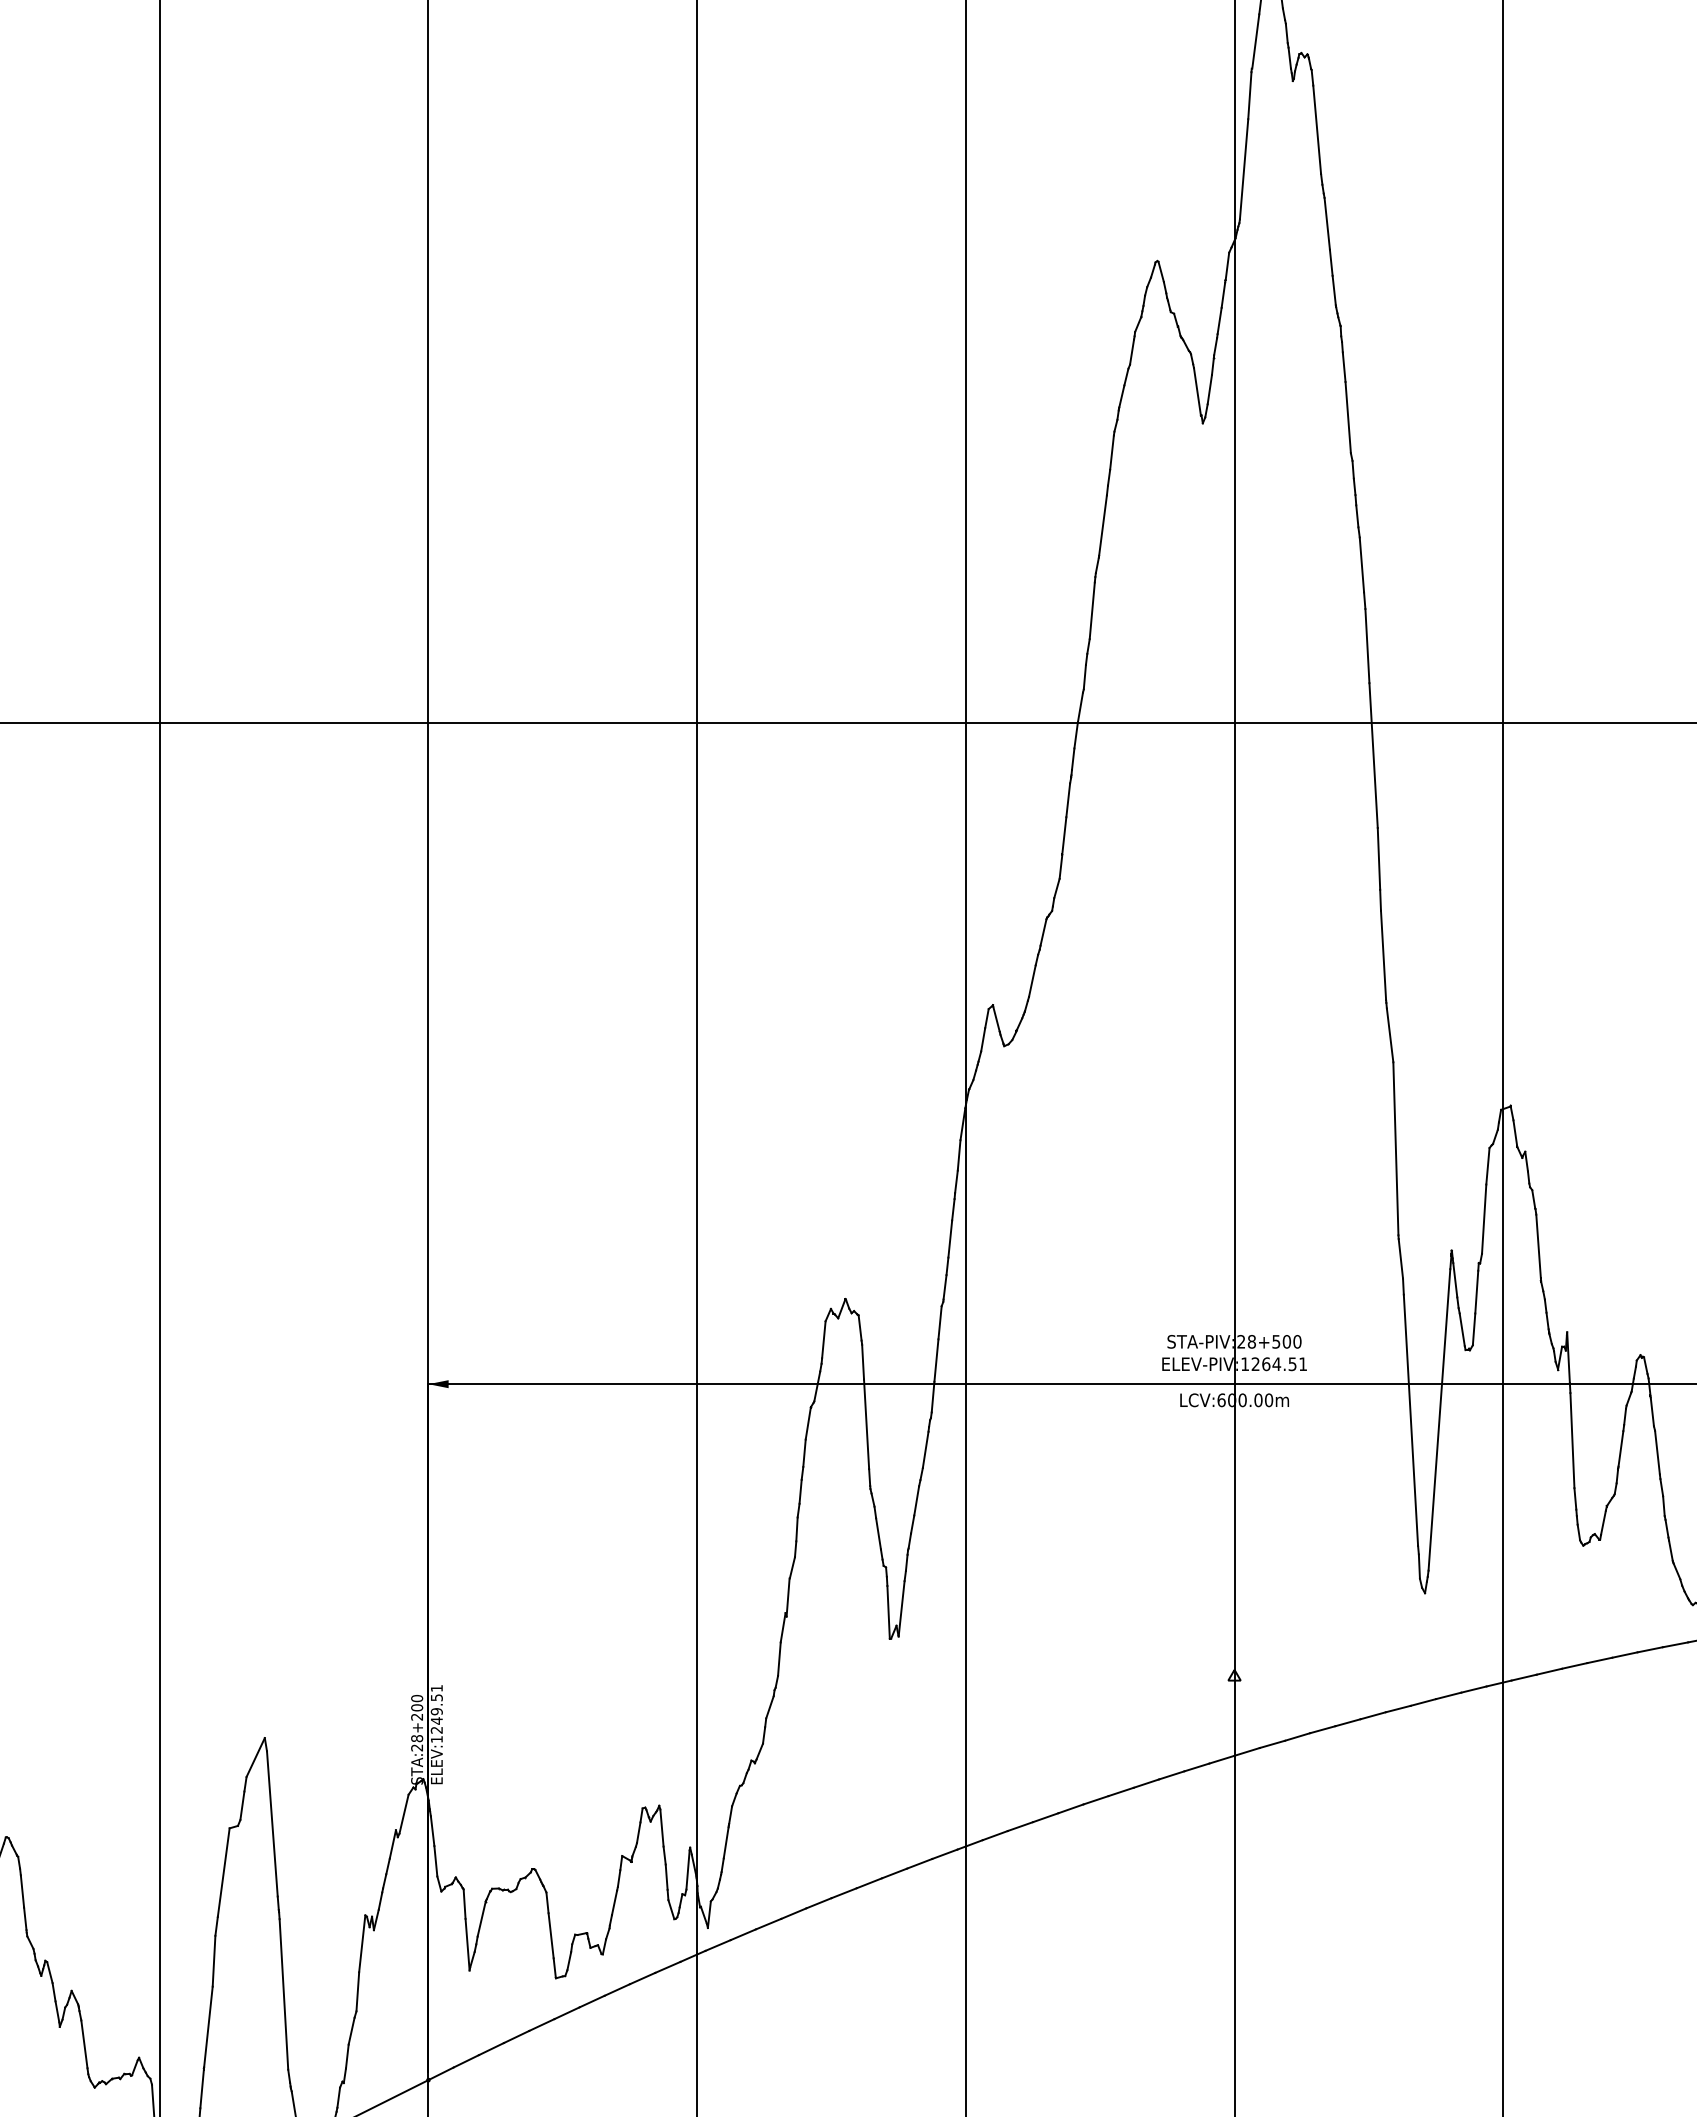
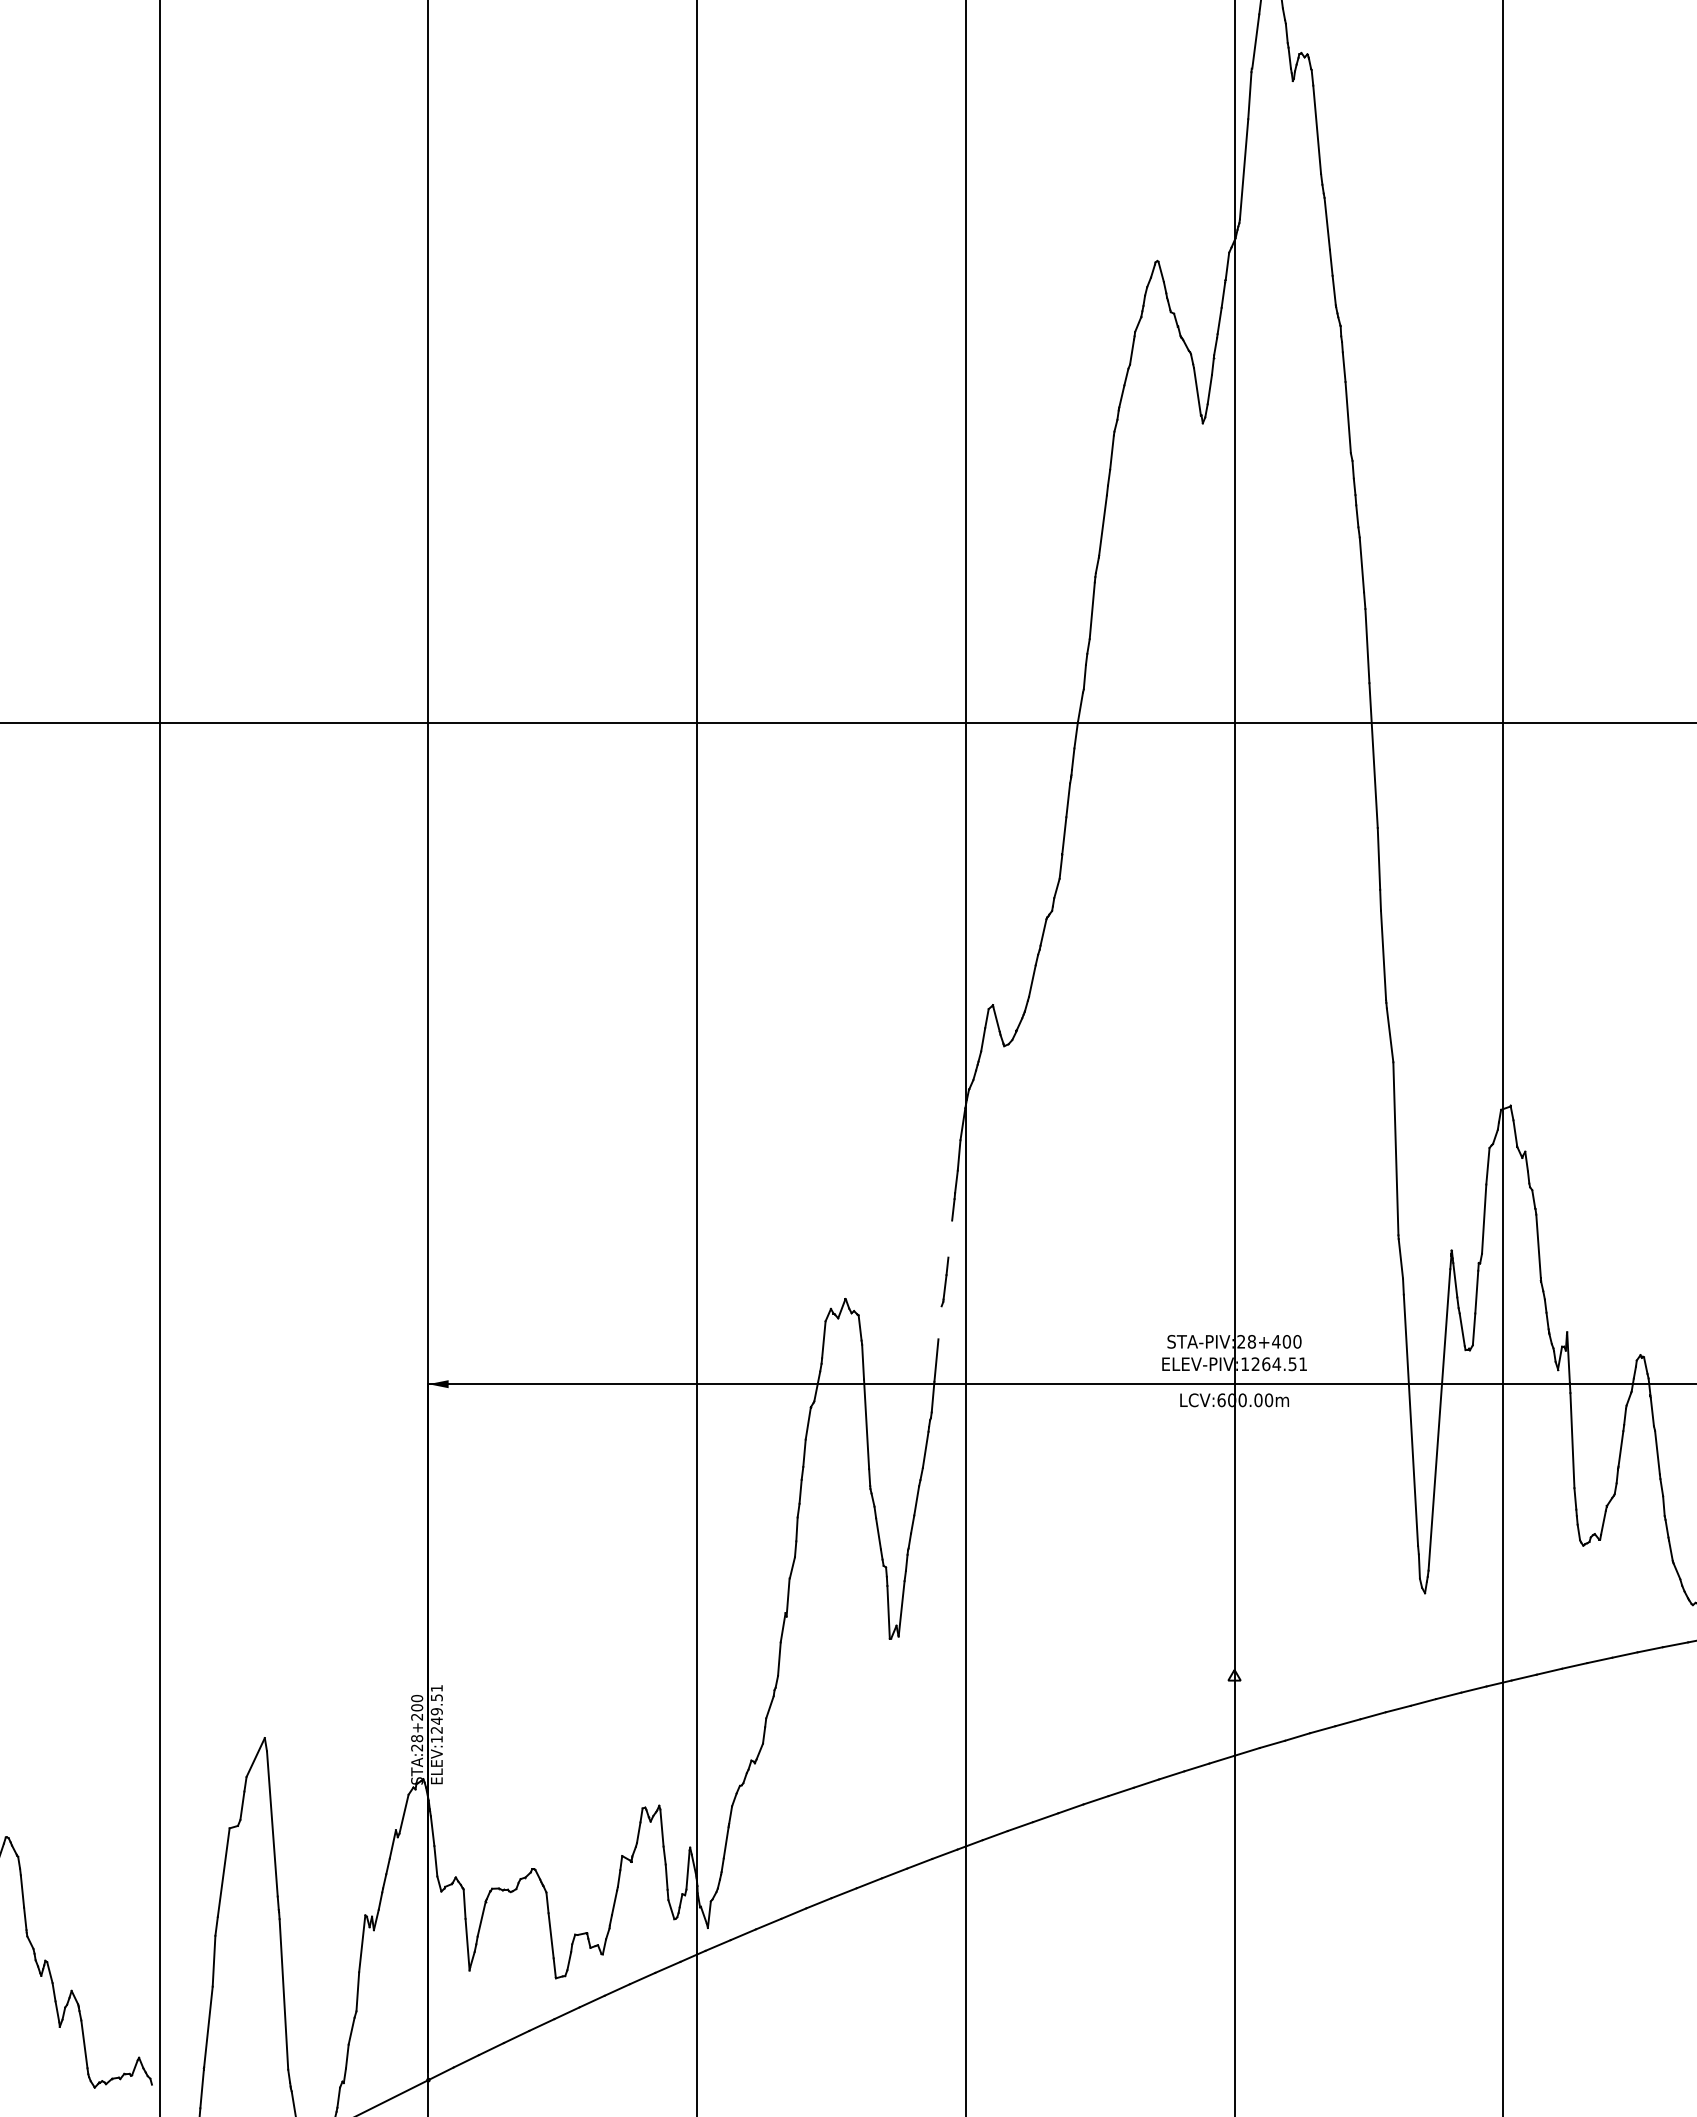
line at (950, 1238): present -> none
line at (939, 1322): present -> none
text at (1276, 1341): STA-PIV:28+500 -> STA-PIV:28+400
line at (152, 2098): present -> none
